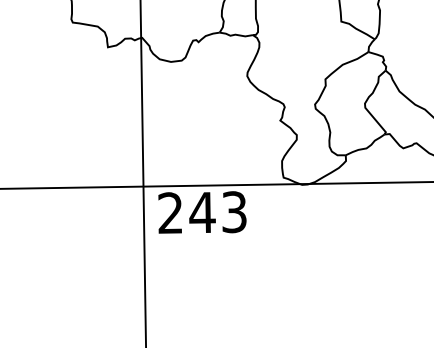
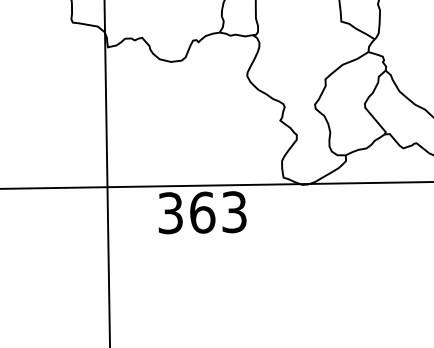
line at (143, 173) position: (143, 173) -> (106, 173)
text at (186, 212): 243 -> 363
